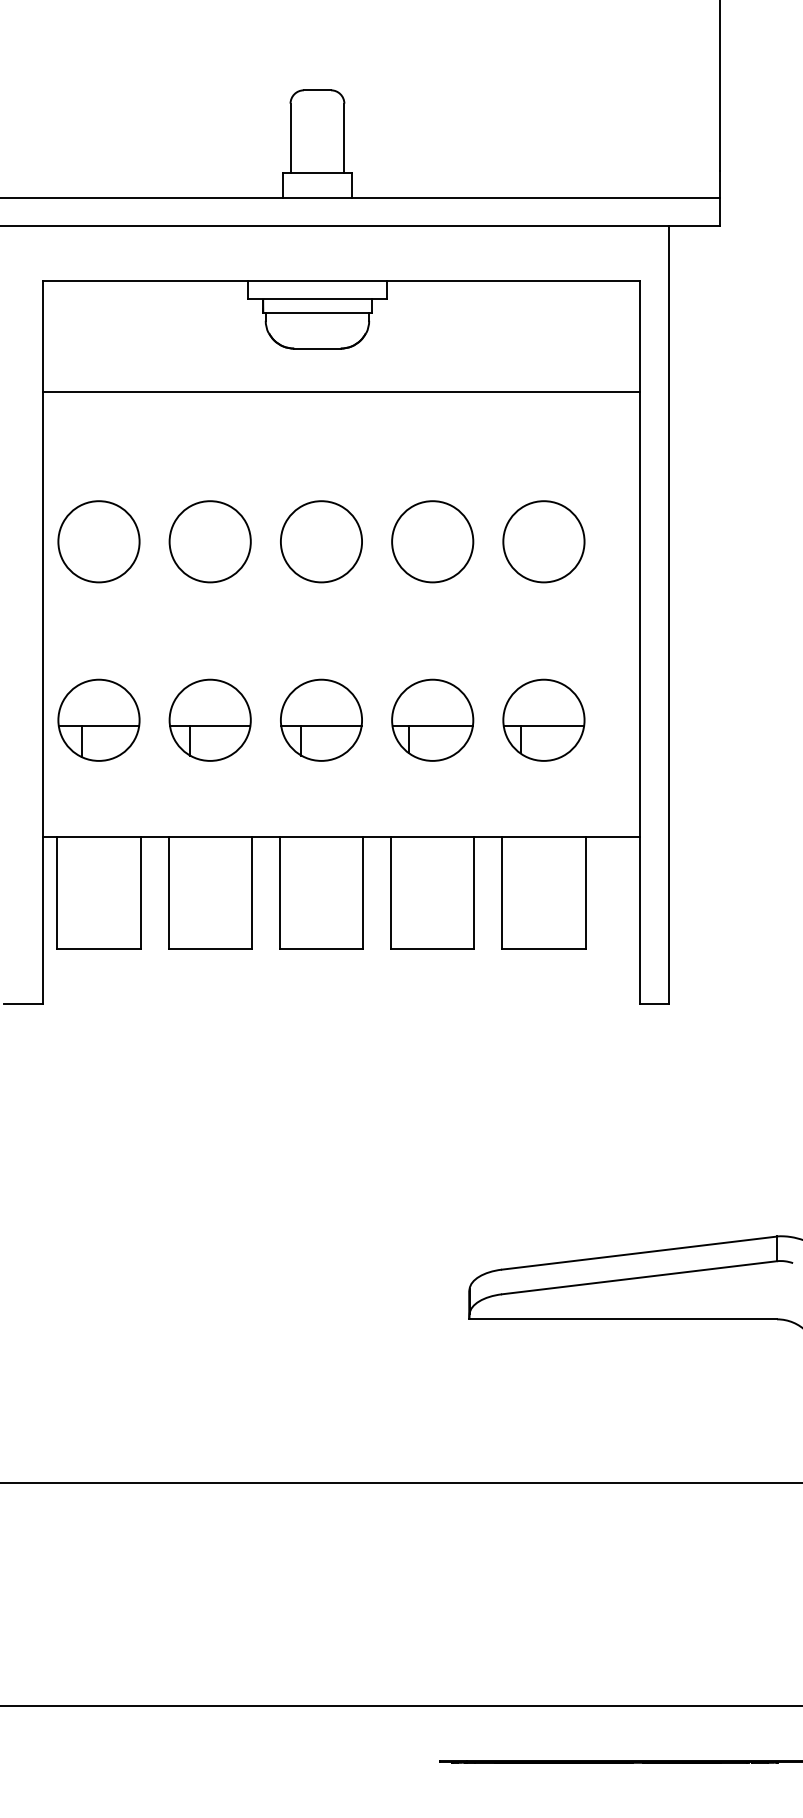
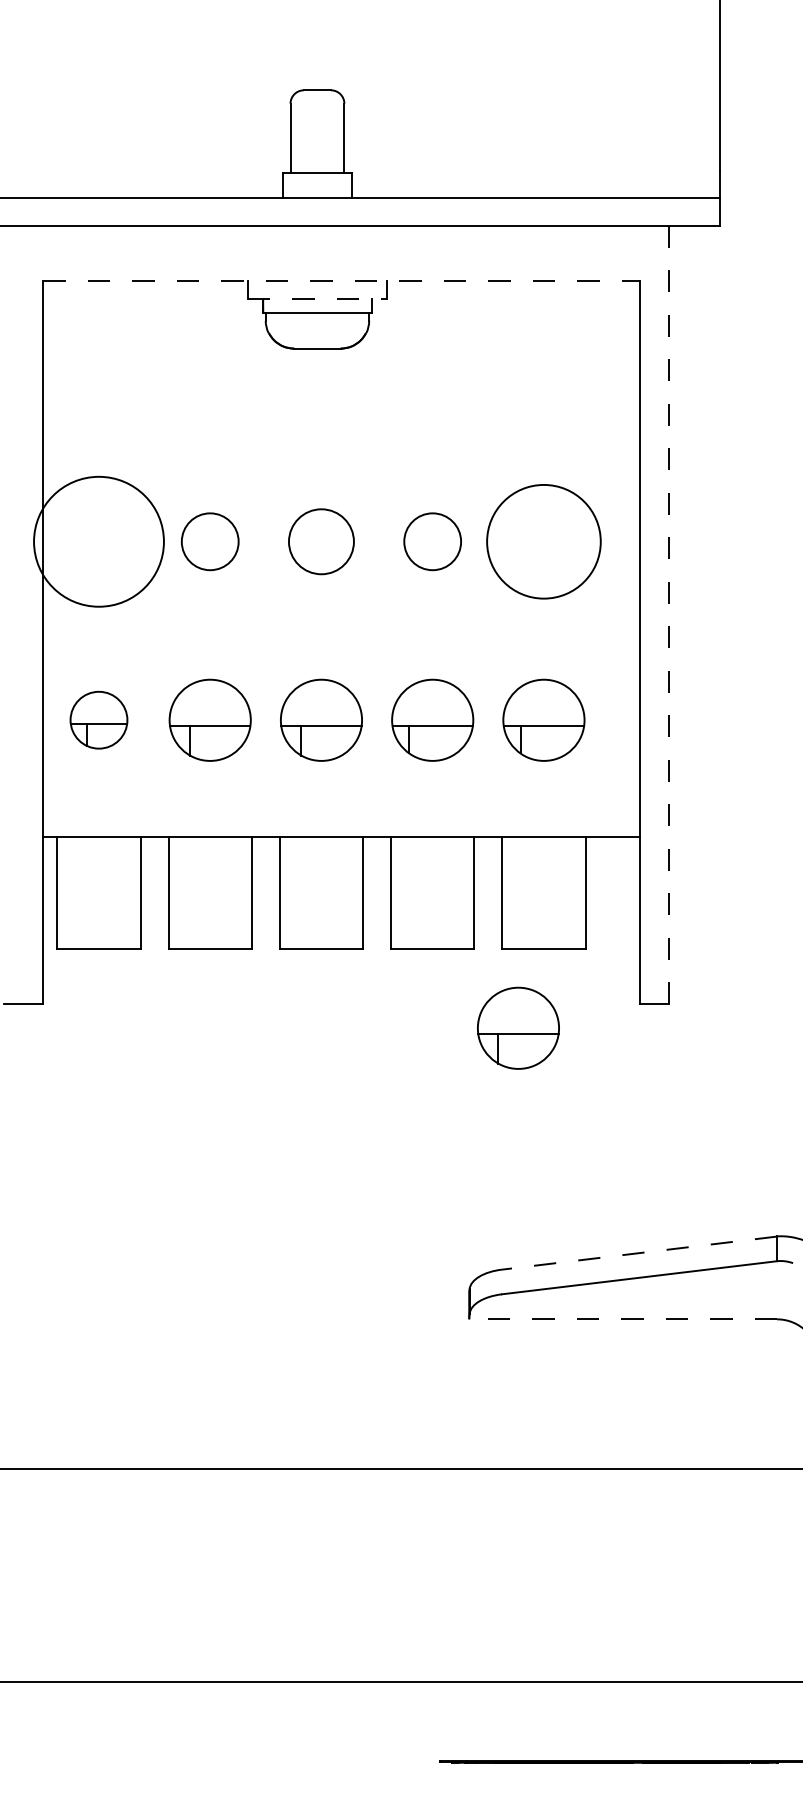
line at (342, 281): solid -> dashed
line at (317, 299): solid -> dashed
line at (341, 392): present -> none
circle at (98, 541) diameter: 81 px -> 130 px
circle at (209, 541) diameter: 81 px -> 57 px
circle at (321, 541) diameter: 81 px -> 65 px
circle at (432, 541) diameter: 81 px -> 57 px
circle at (543, 541) diameter: 81 px -> 114 px
line at (668, 614): solid -> dashed
part at (98, 719) size: 84x84 px -> 60x60 px
part at (518, 1027): none -> present
line at (639, 1253): solid -> dashed
line at (623, 1319): solid -> dashed
line at (400, 1483) position: (400, 1483) -> (400, 1469)
line at (400, 1705) position: (400, 1705) -> (400, 1681)
